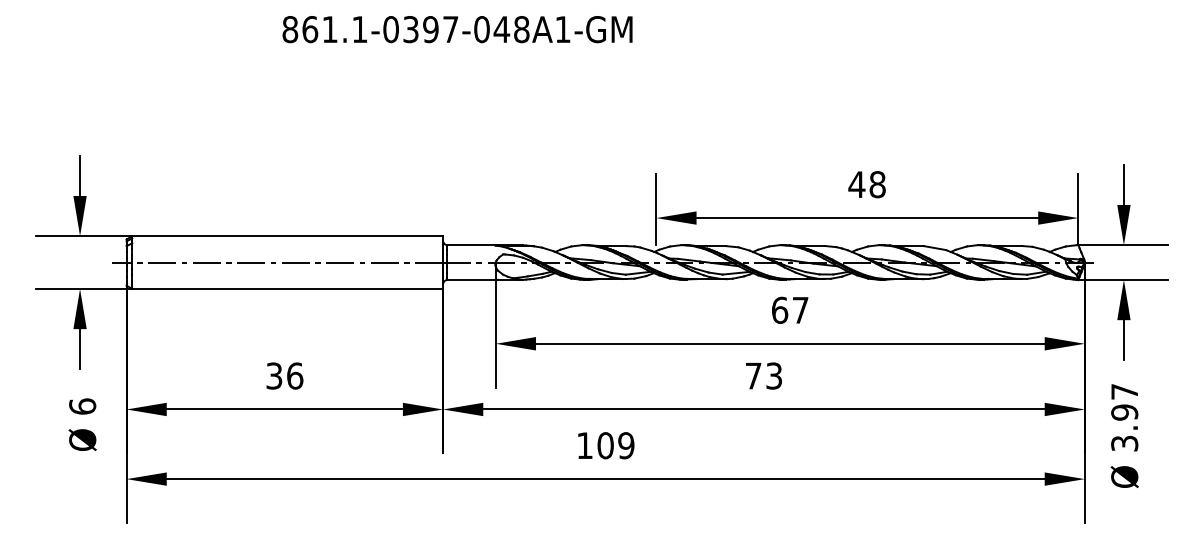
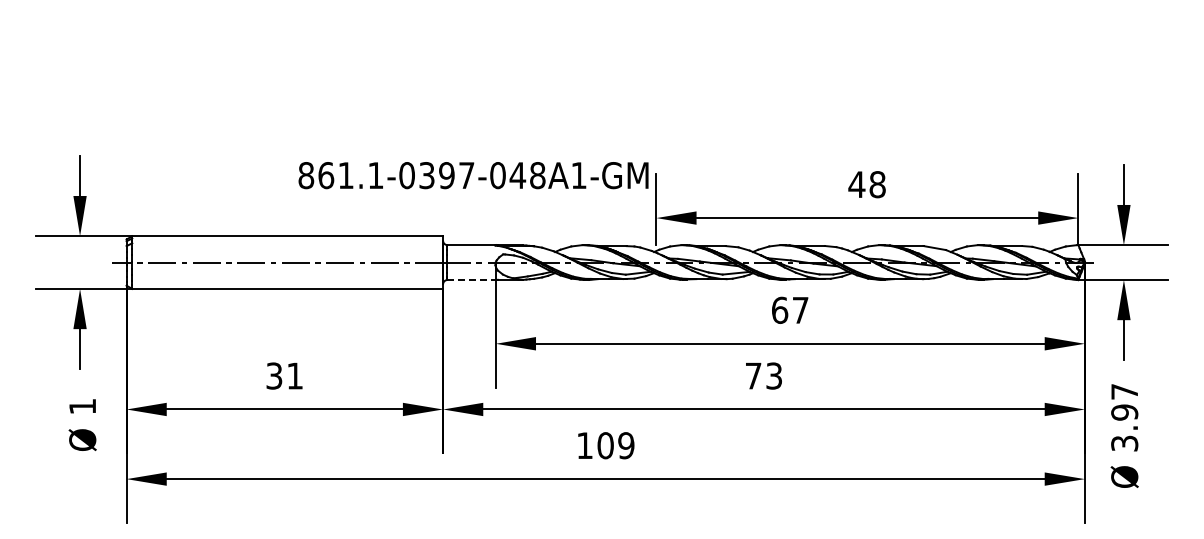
text at (457, 29) position: (457, 29) -> (473, 175)
line at (472, 280): solid -> dashed
text at (295, 375): 36 -> 31
text at (82, 406): 6 -> 1
